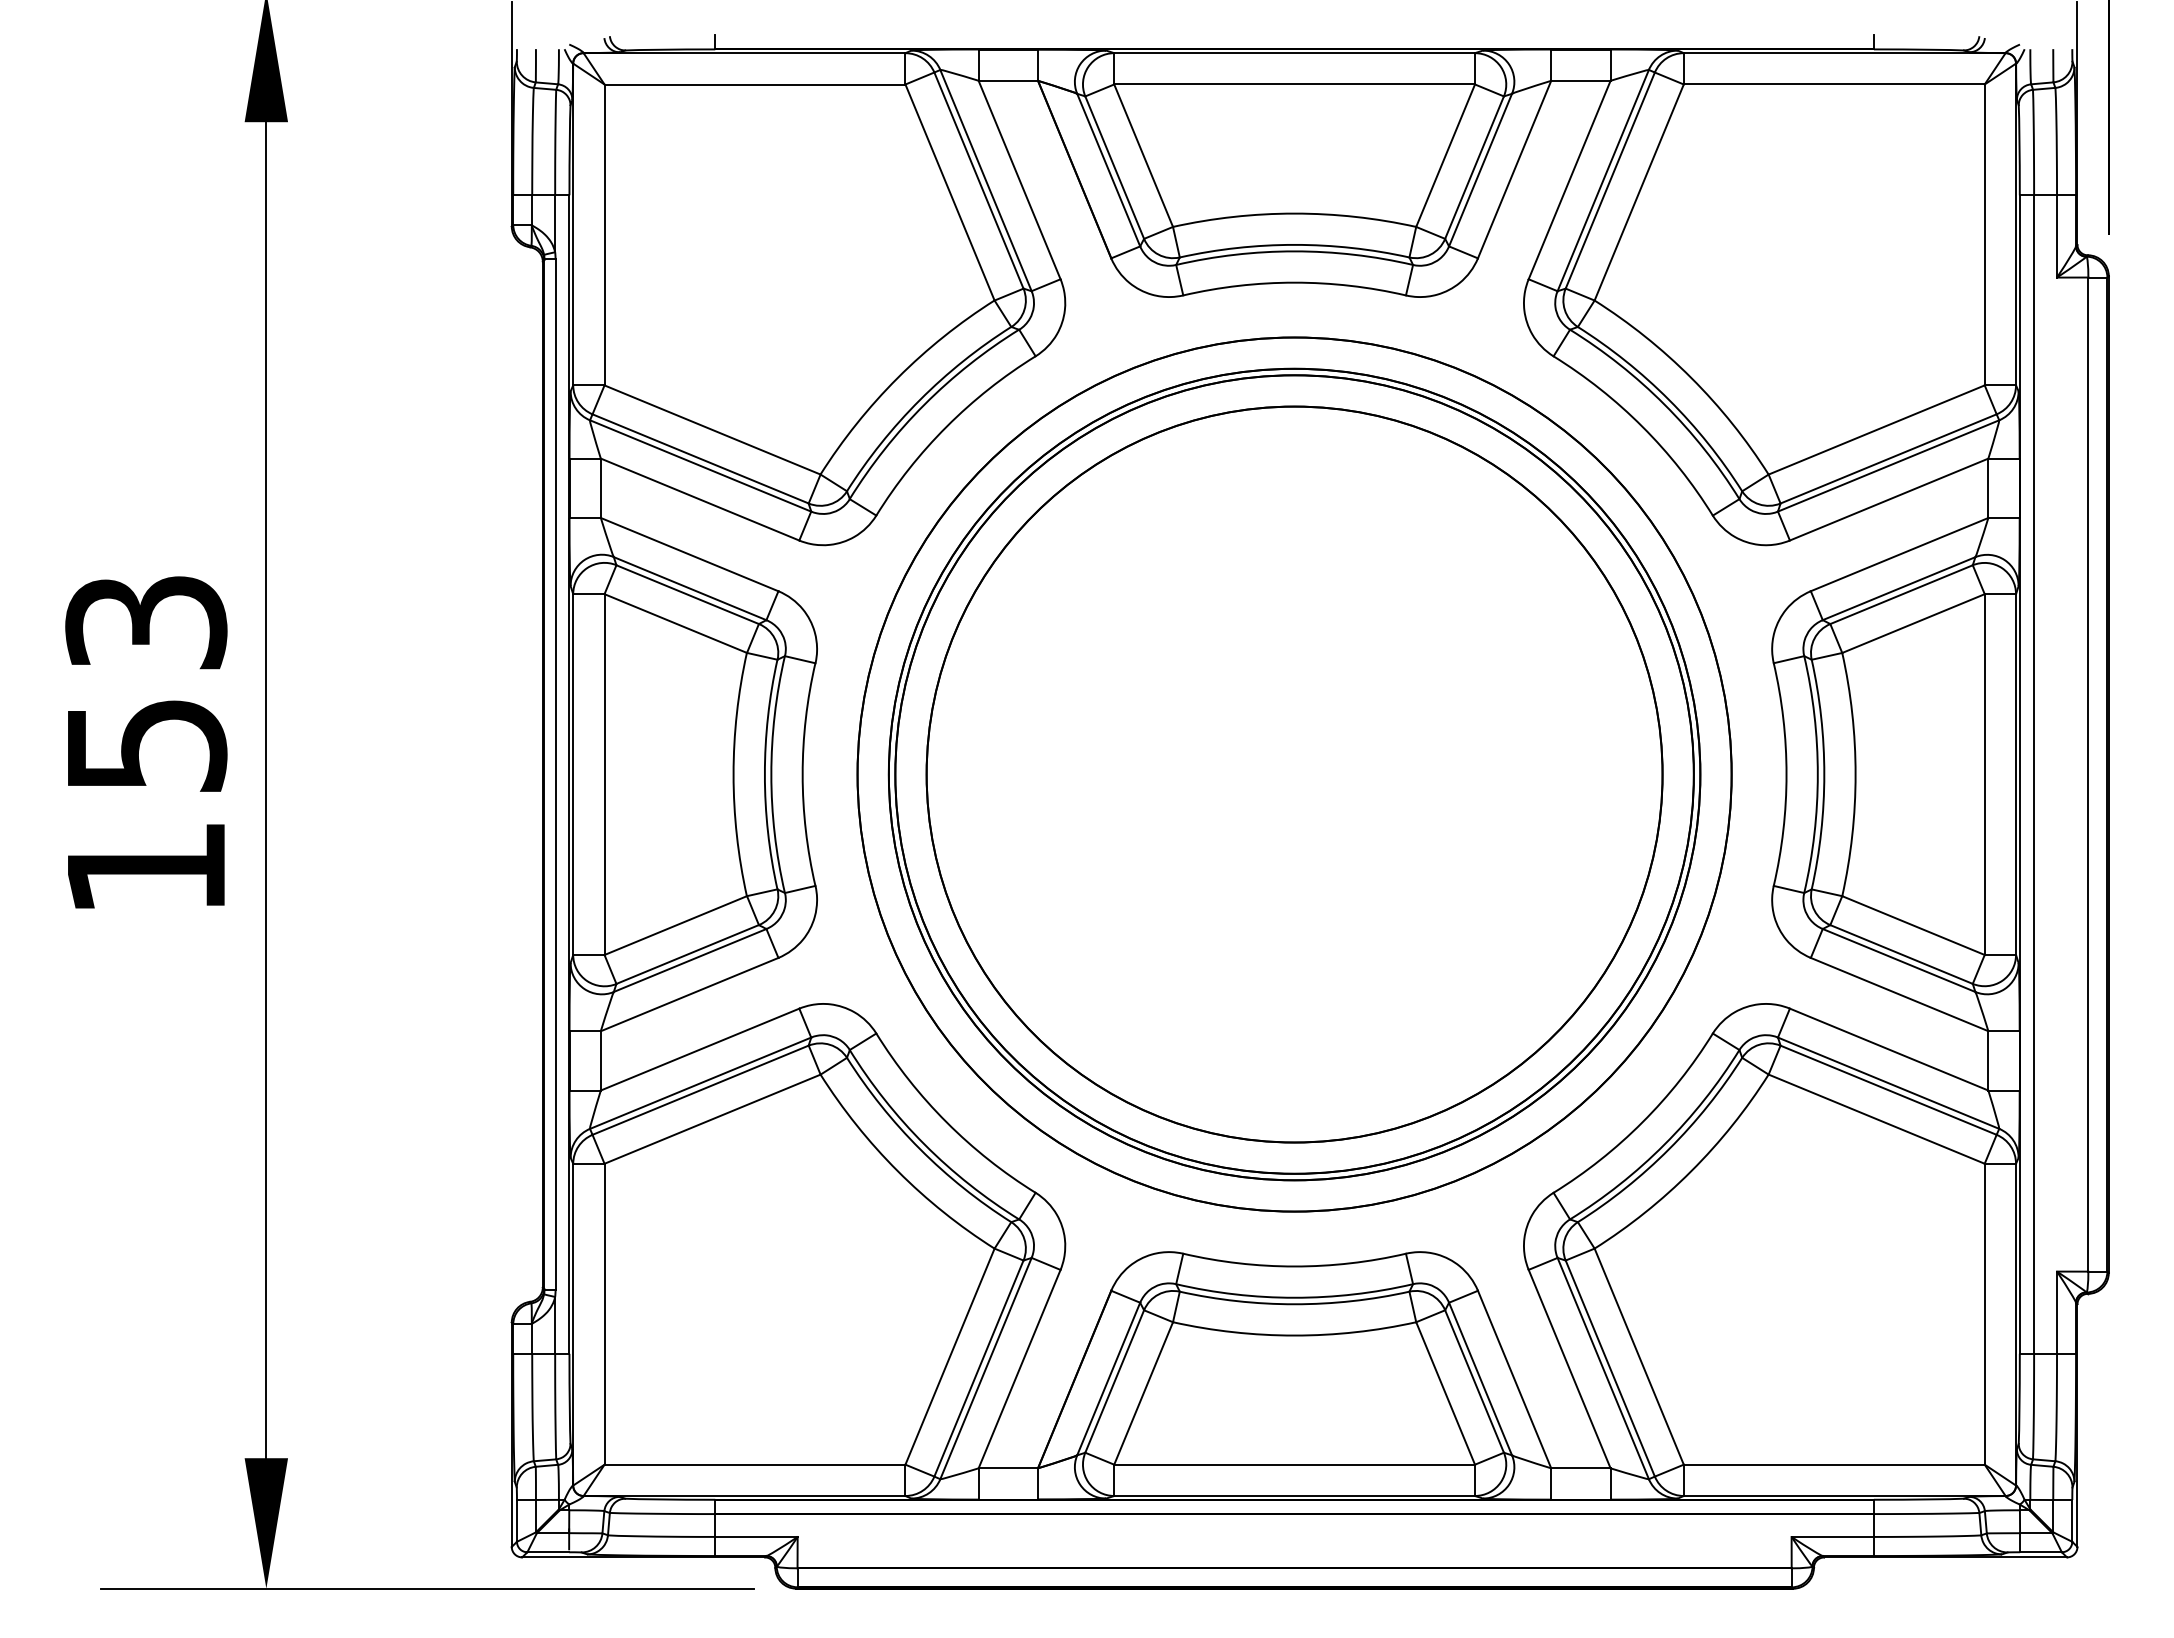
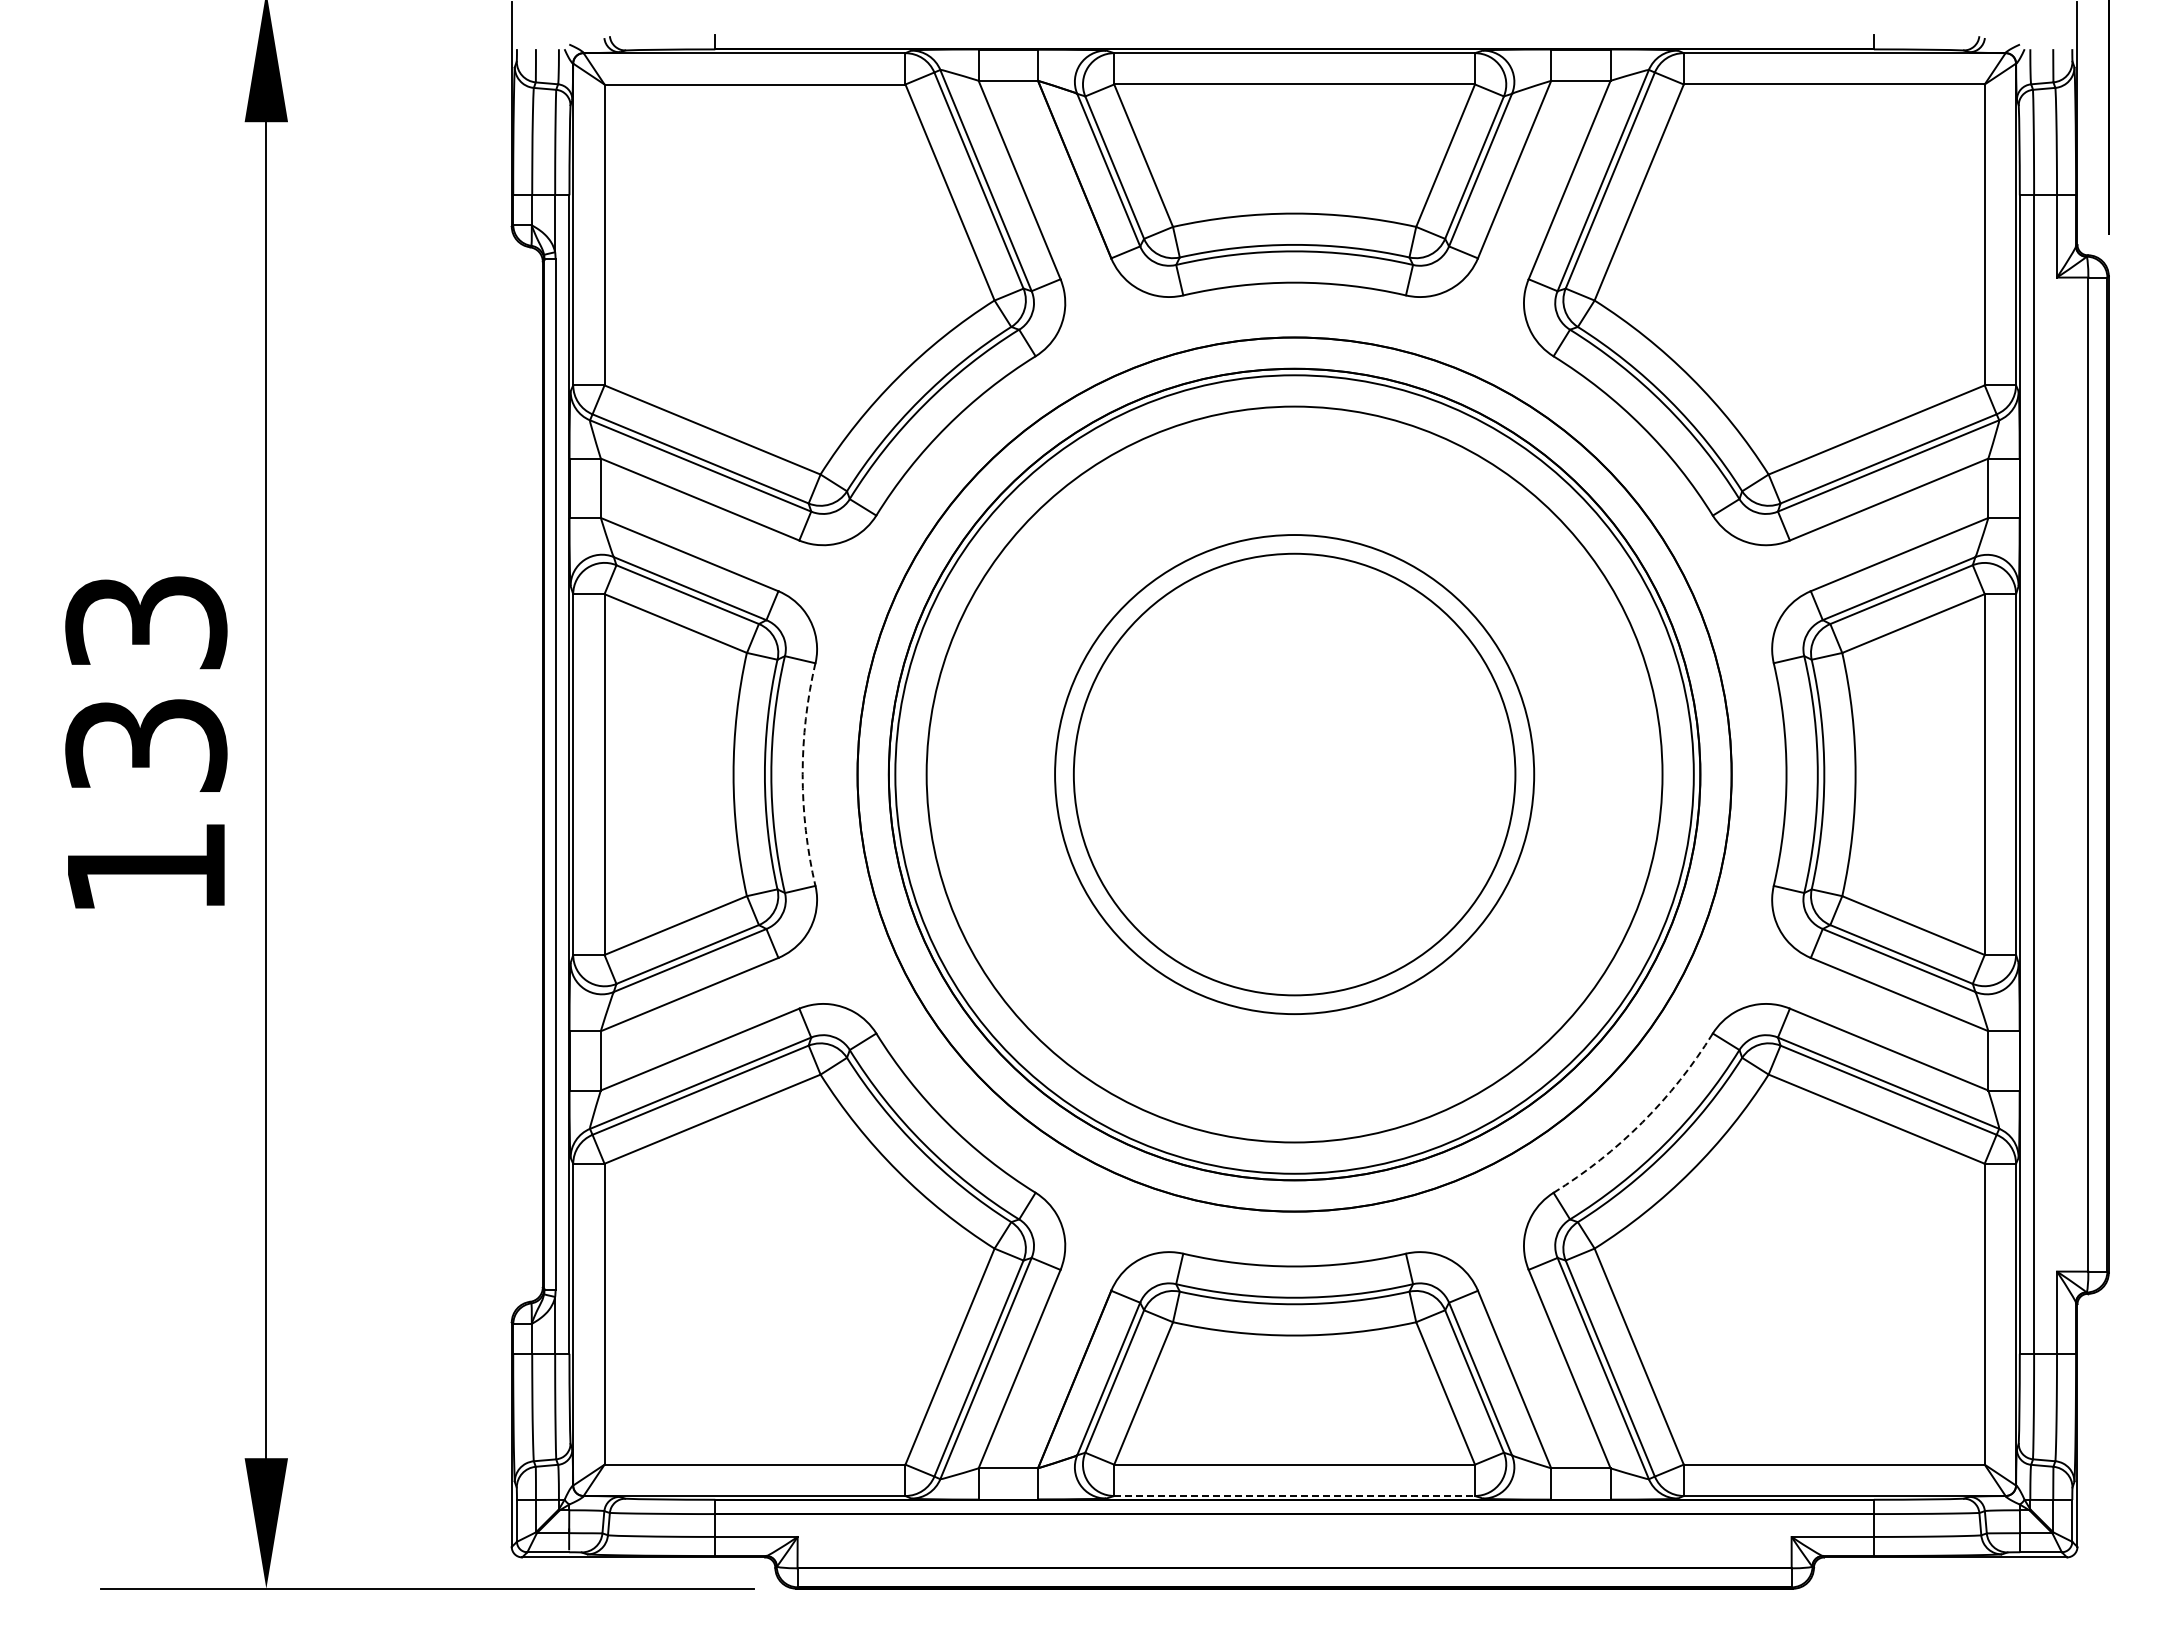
text at (146, 745): 153 -> 133
arc at (802, 774): solid -> dashed
circle at (1294, 774) diameter: 736 px -> 442 px
circle at (1294, 774) diameter: 799 px -> 479 px
arc at (1642, 1122): solid -> dashed
line at (1295, 1495): solid -> dashed
